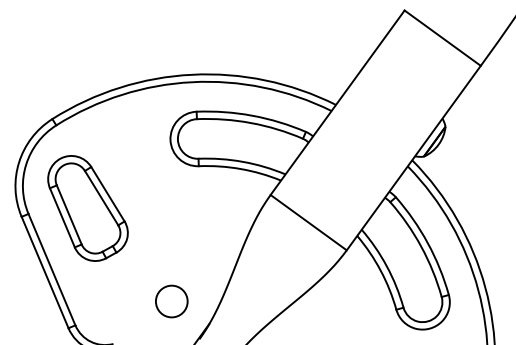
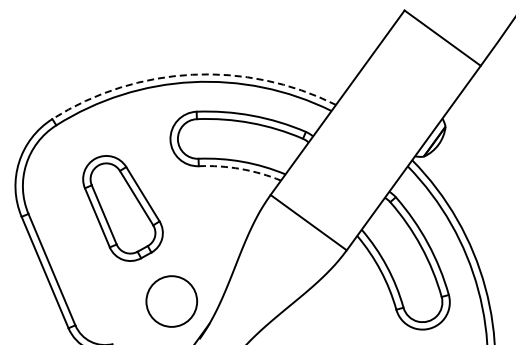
arc at (192, 74): solid -> dashed
arc at (240, 169): solid -> dashed
part at (87, 208) position: (87, 208) -> (122, 208)
circle at (171, 301) diameter: 32 px -> 51 px
